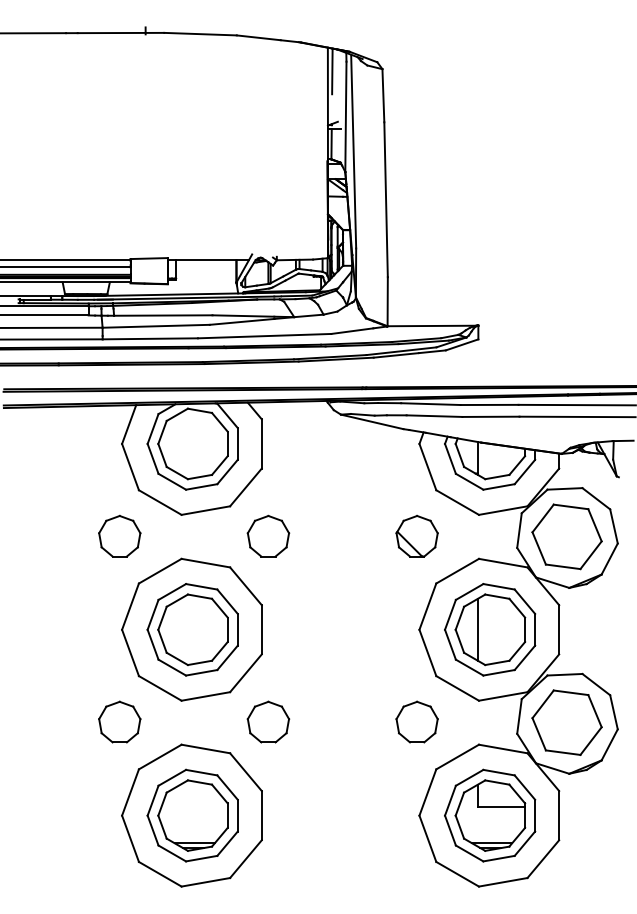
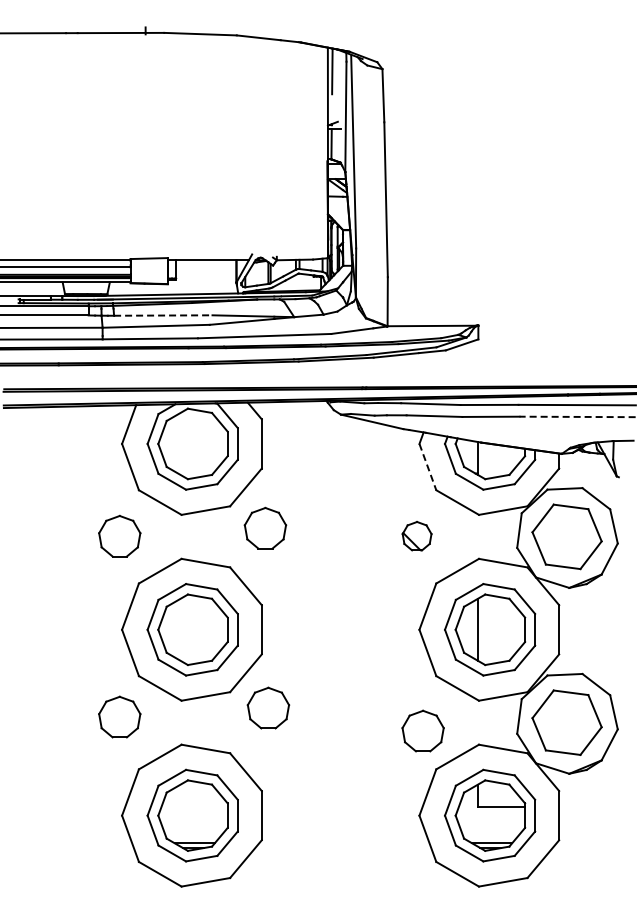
line at (163, 315): solid -> dashed
line at (577, 416): solid -> dashed
line at (427, 467): solid -> dashed
part at (268, 535) position: (268, 535) -> (265, 527)
part at (416, 535) size: 44x44 px -> 32x31 px
part at (119, 721) position: (119, 721) -> (119, 716)
part at (268, 721) position: (268, 721) -> (268, 707)
part at (416, 721) position: (416, 721) -> (422, 730)
